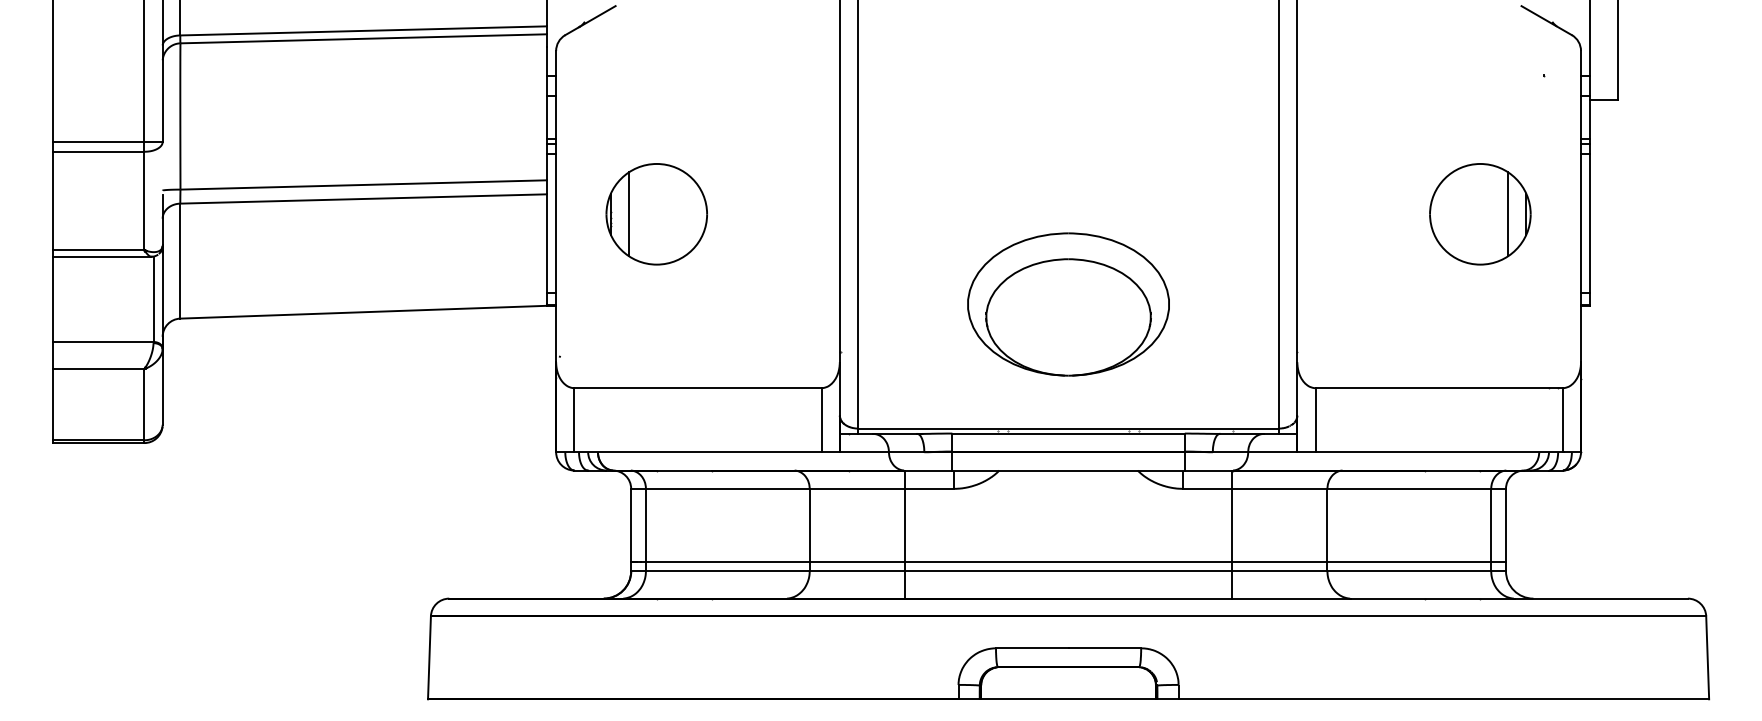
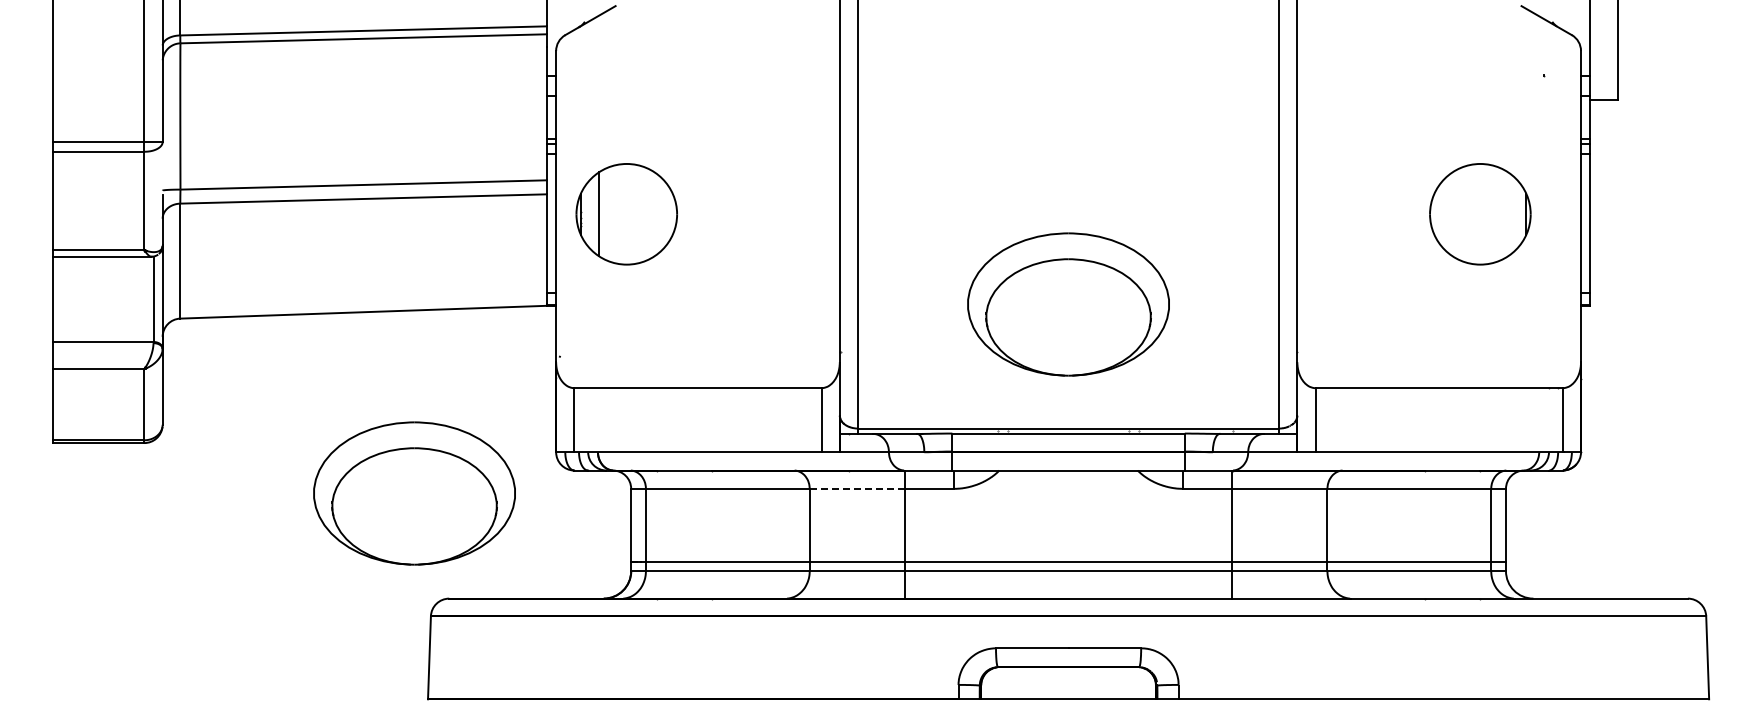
part at (656, 214) position: (656, 214) -> (626, 214)
line at (1507, 214): present -> none
line at (857, 488): solid -> dashed
part at (414, 493): none -> present
